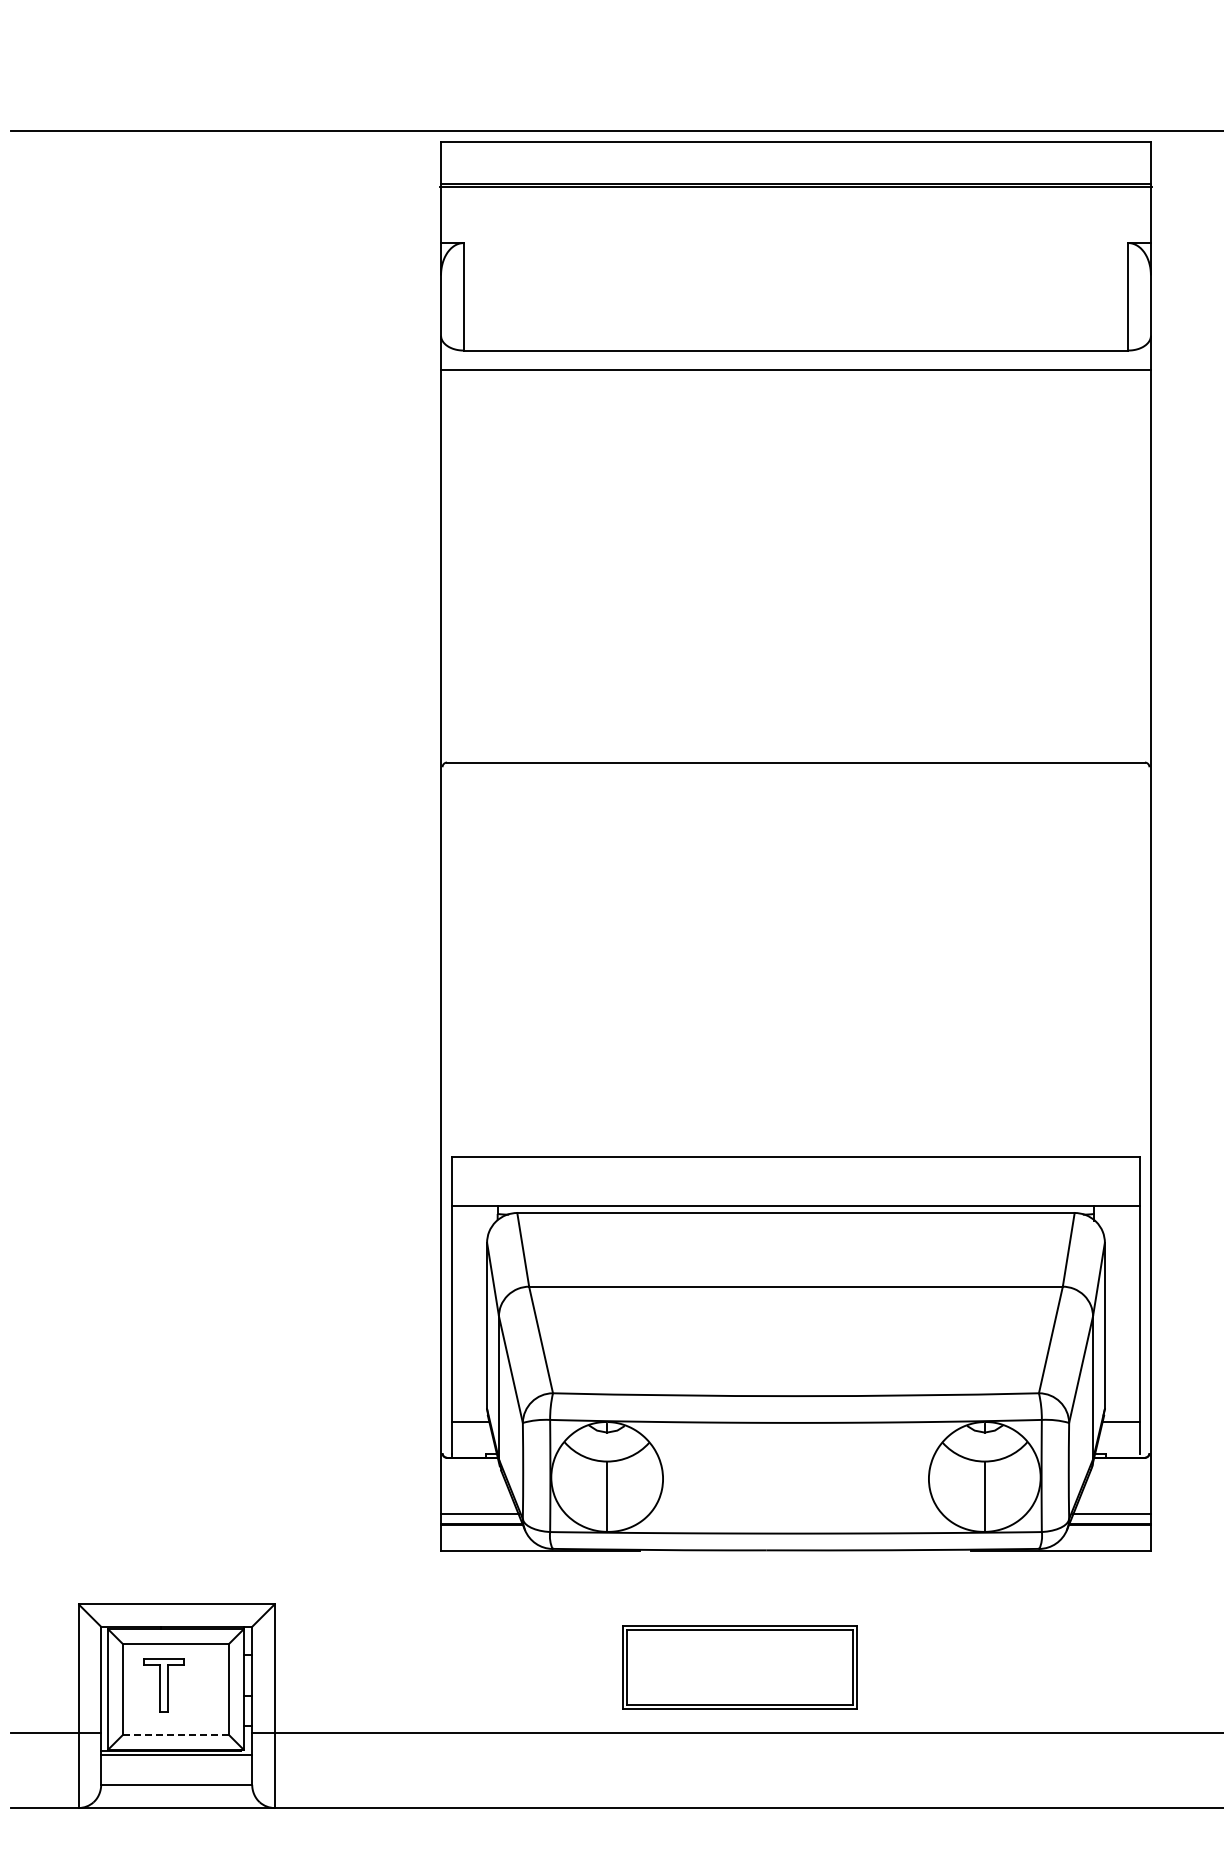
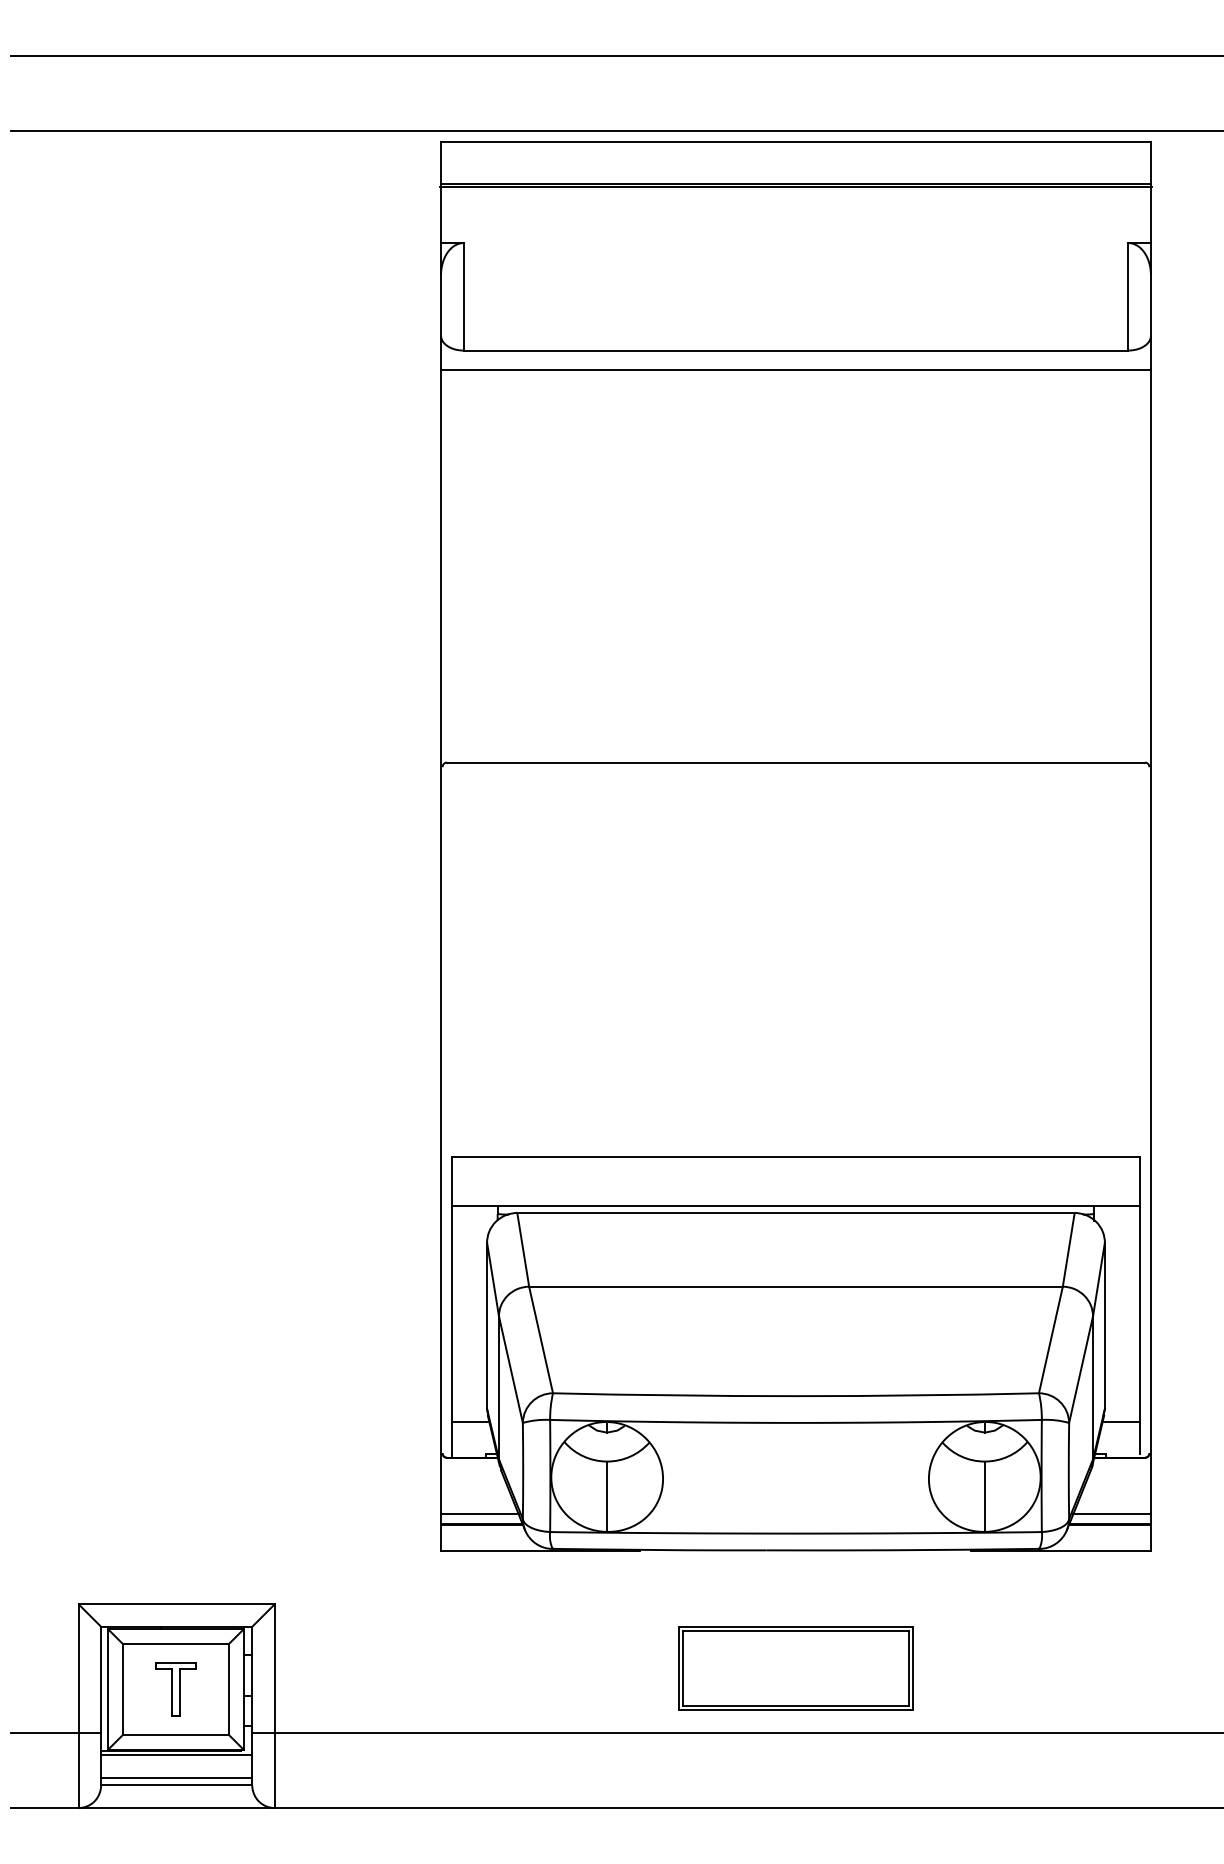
line at (615, 55): none -> present
part at (739, 1667) position: (739, 1667) -> (795, 1668)
part at (163, 1685) position: (163, 1685) -> (175, 1689)
line at (175, 1734): dashed -> solid
line at (176, 1777): none -> present
